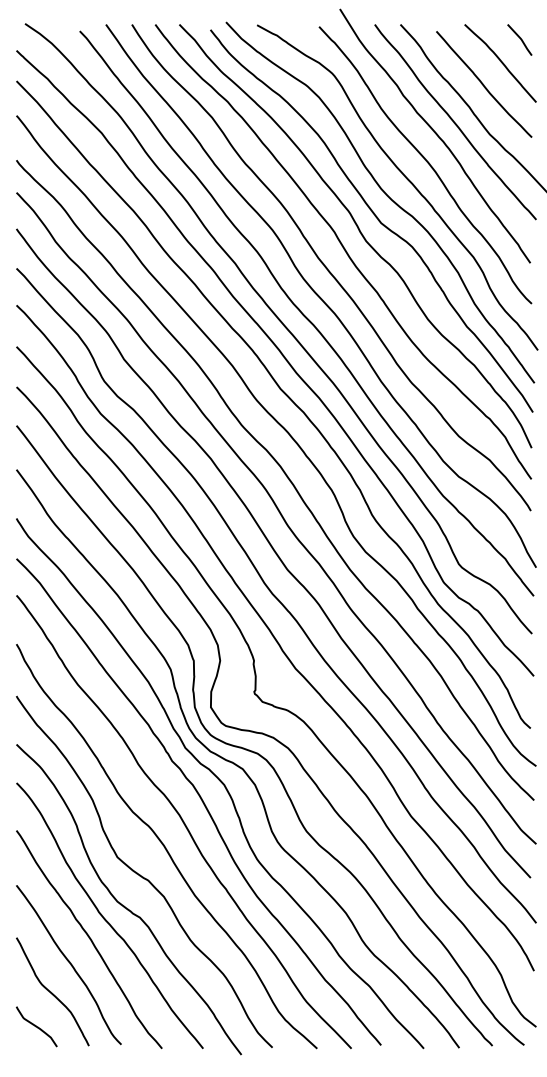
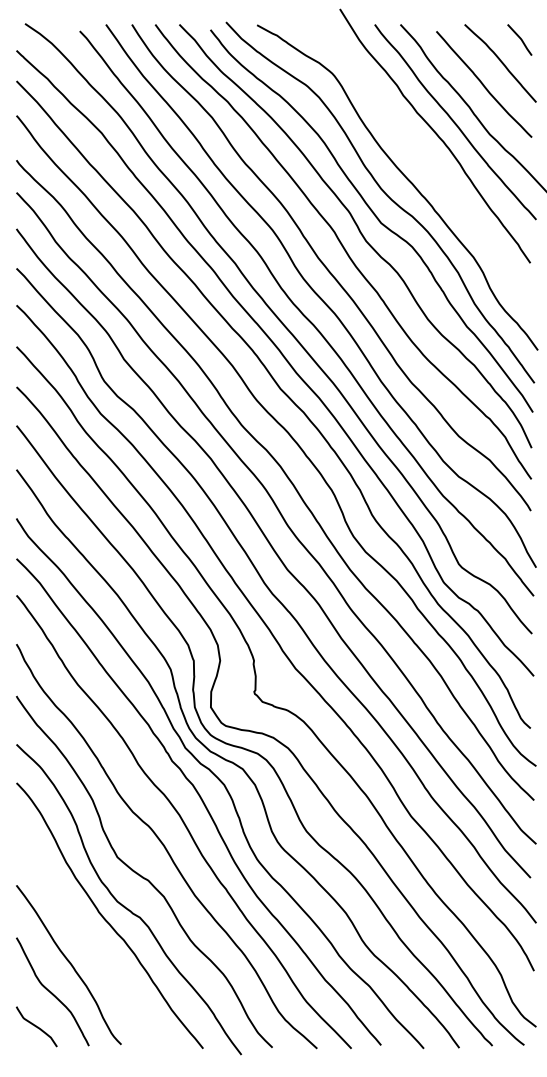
curve at (427, 163): present -> none
curve at (89, 939): present -> none
